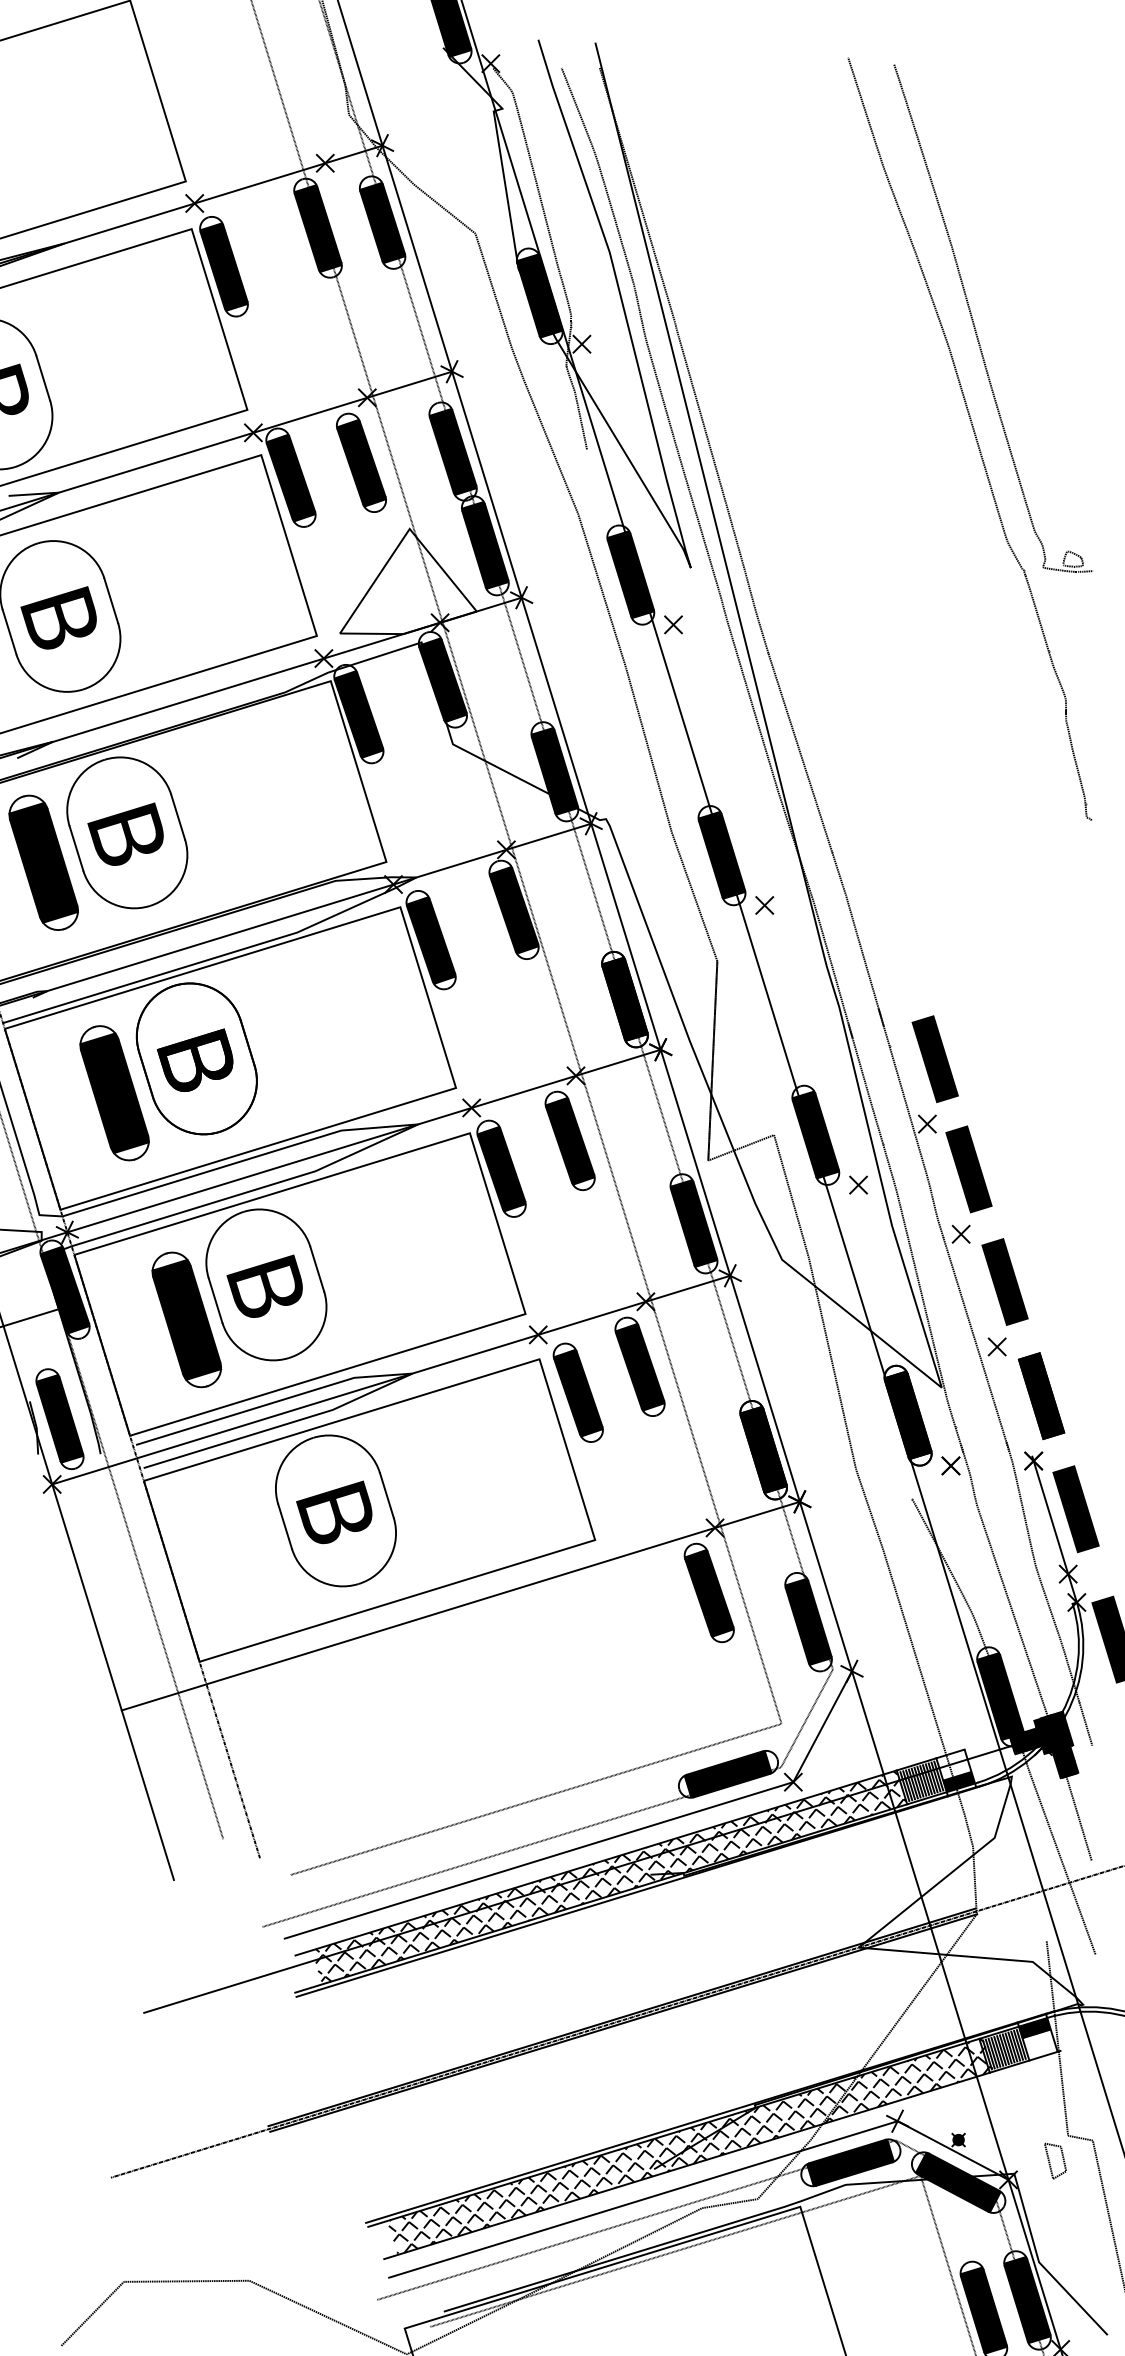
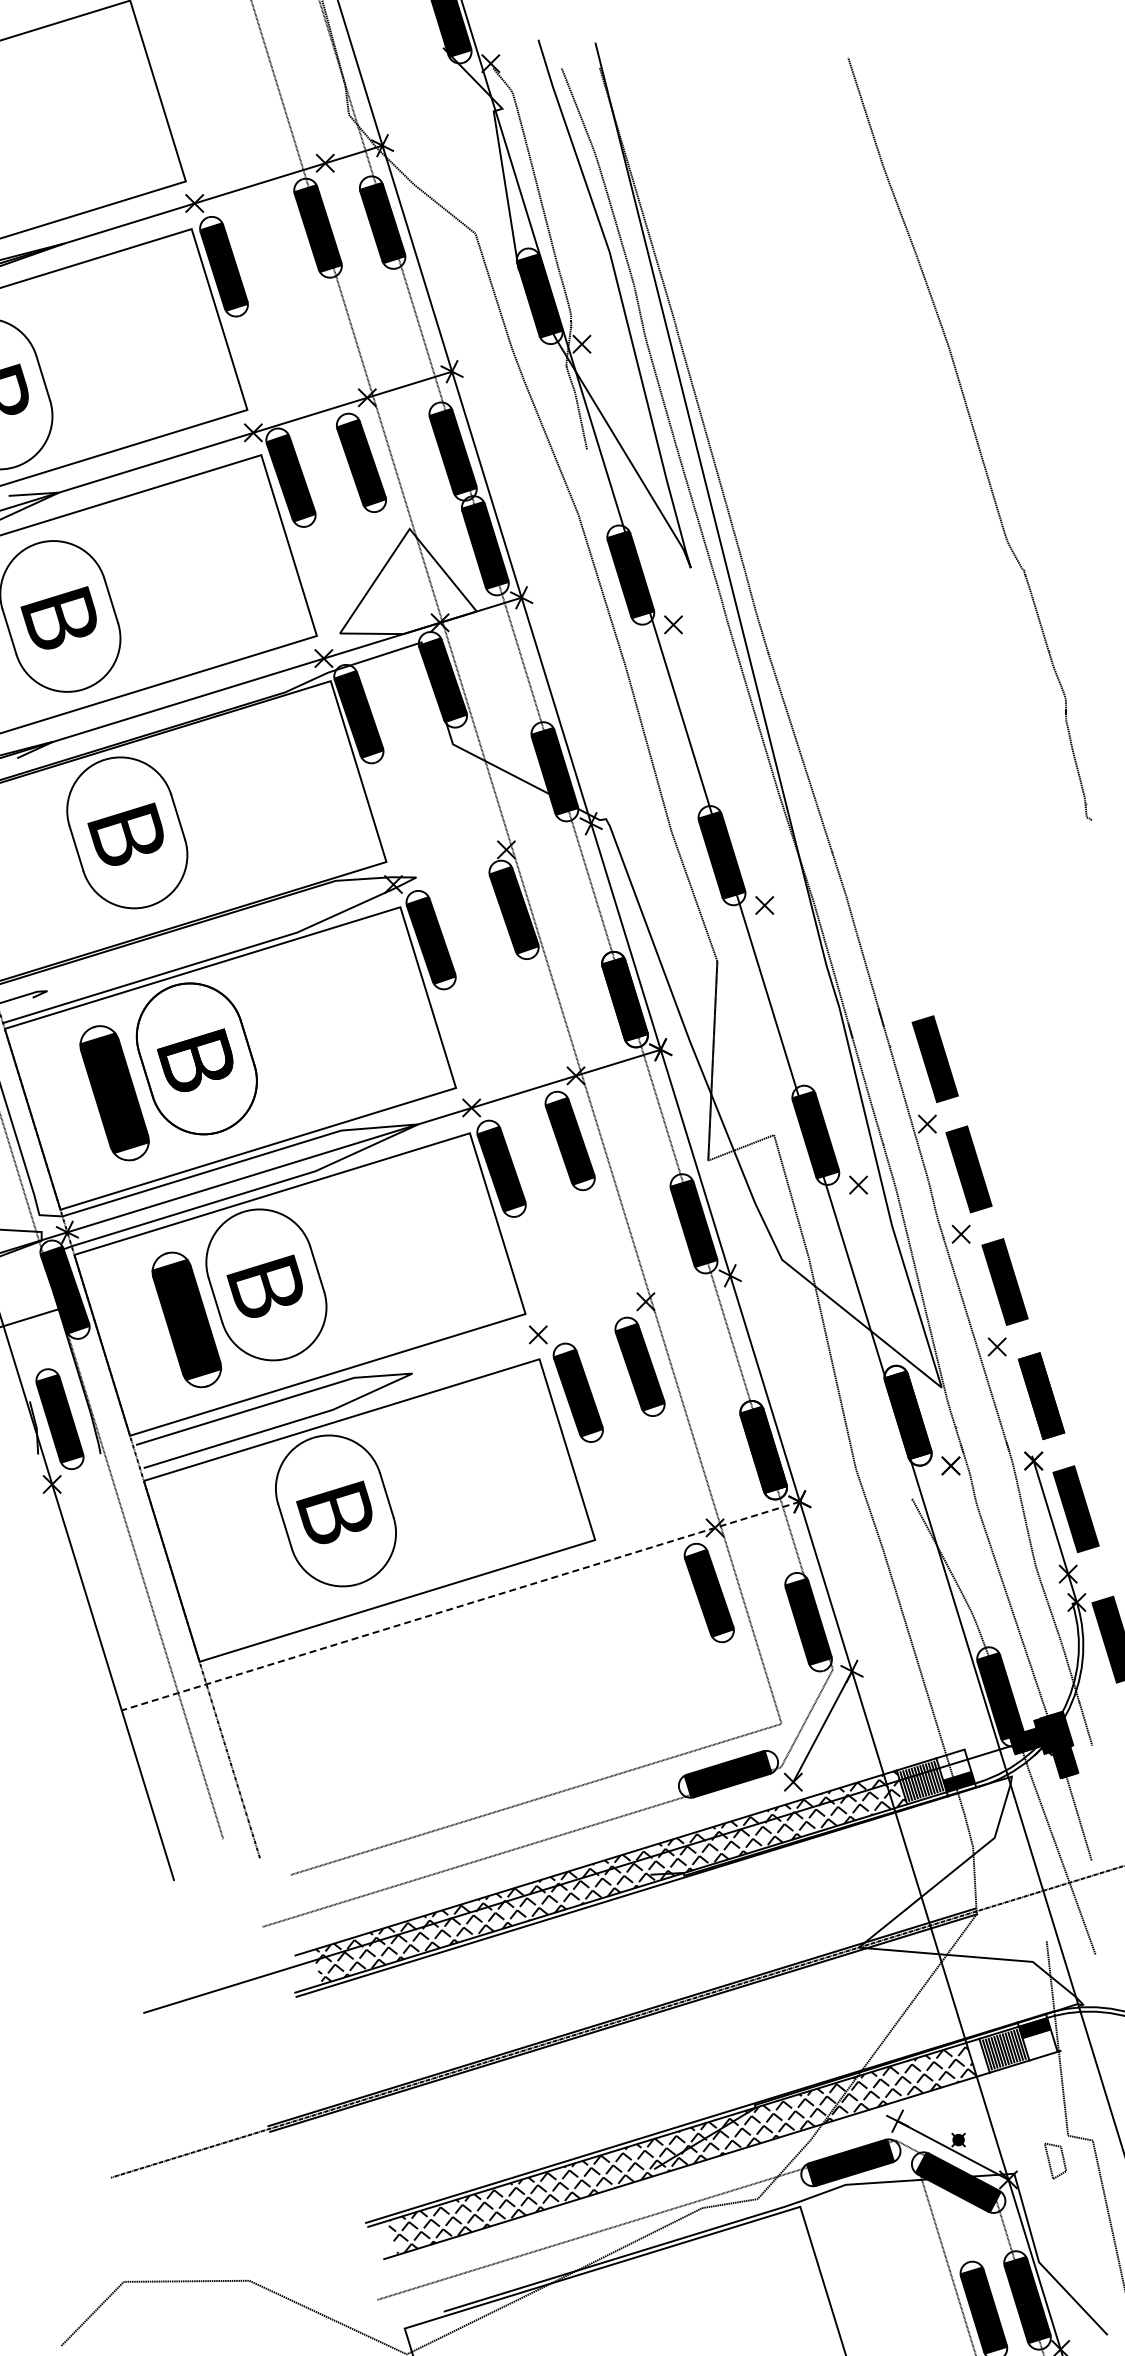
part at (974, 323): present -> none
part at (43, 862): present -> none
line at (296, 914): present -> none
line at (391, 1379): present -> none
line at (460, 1606): solid -> dashed
line at (538, 1860): present -> none
hatch at (980, 2057): present -> none
line at (643, 2199): present -> none
line at (674, 2251): present -> none
